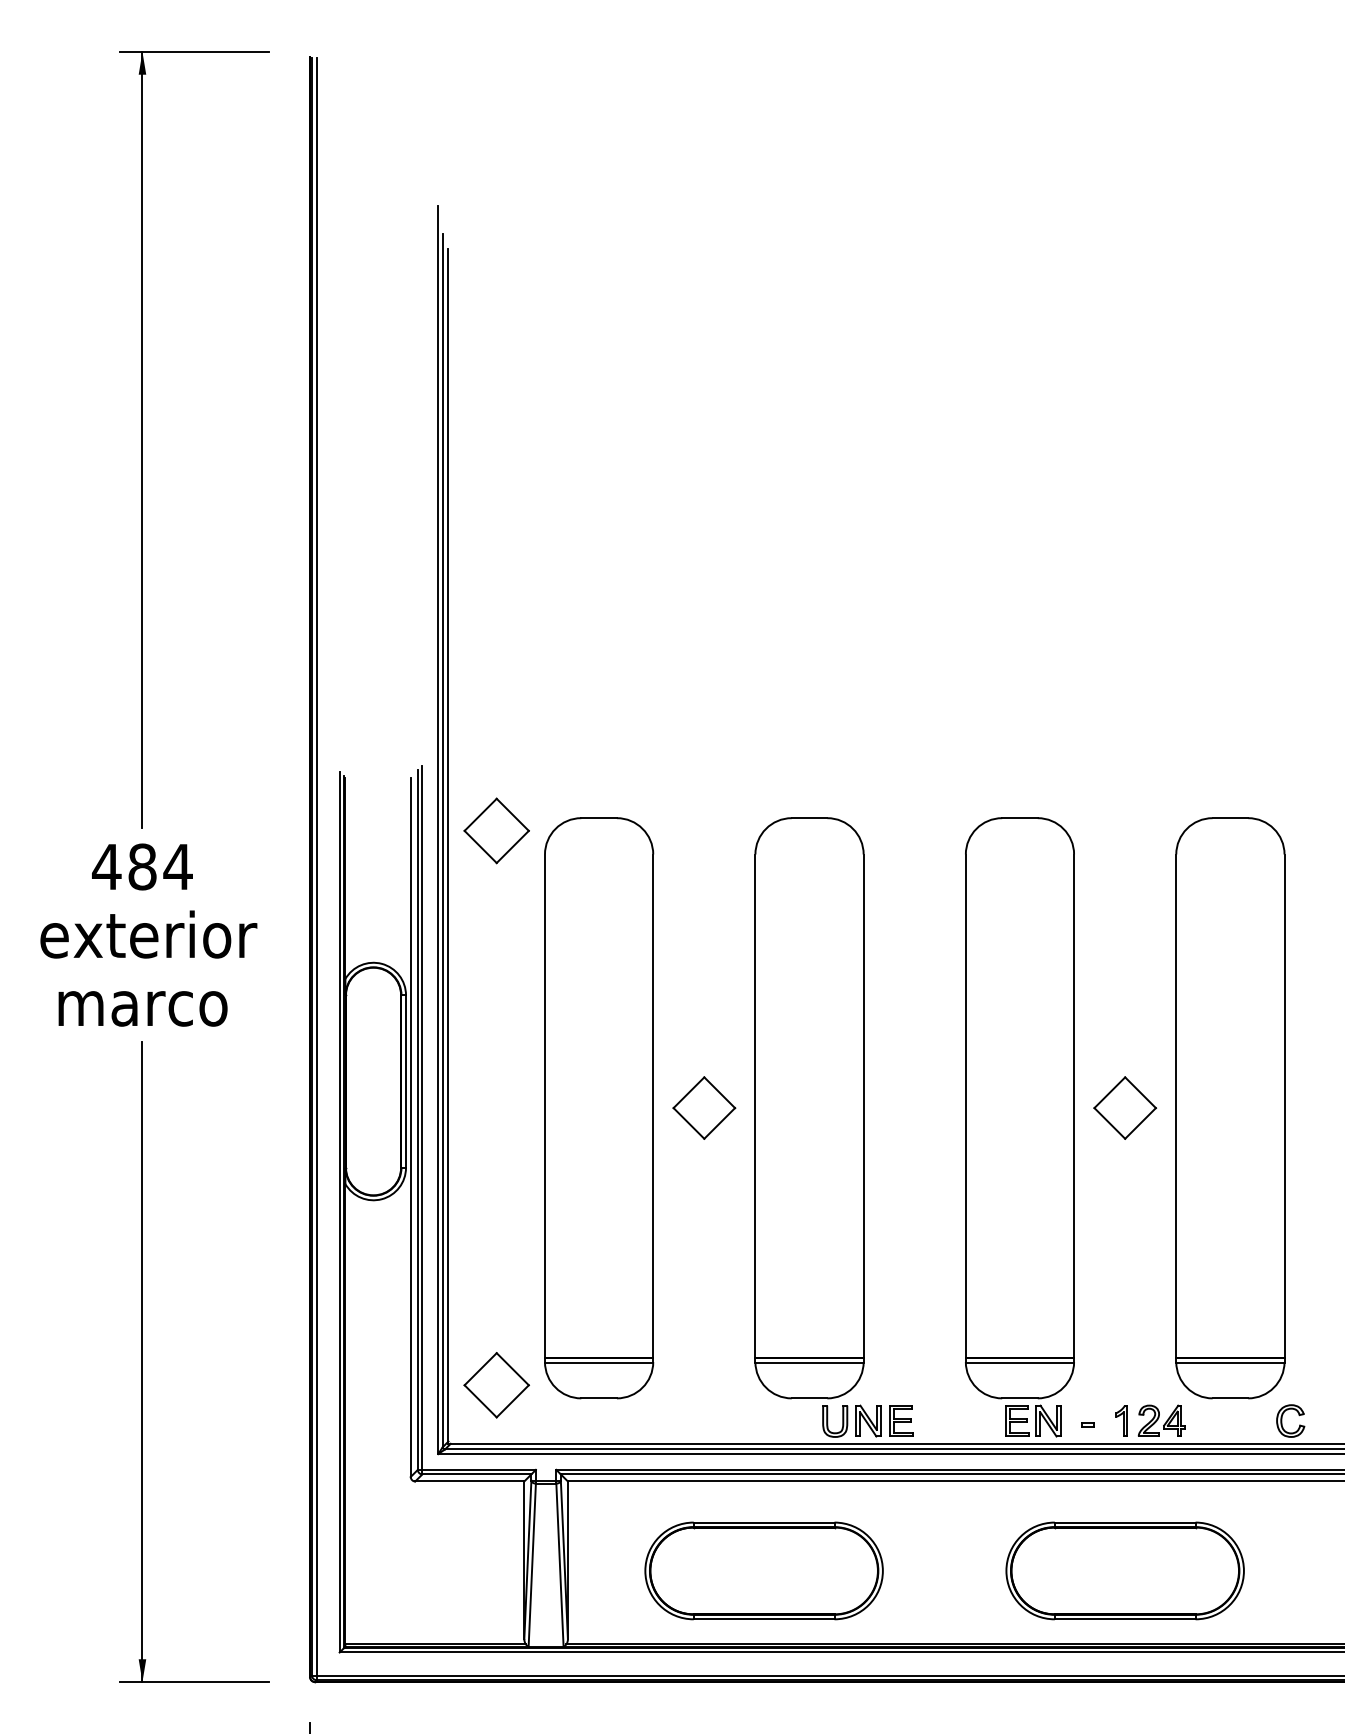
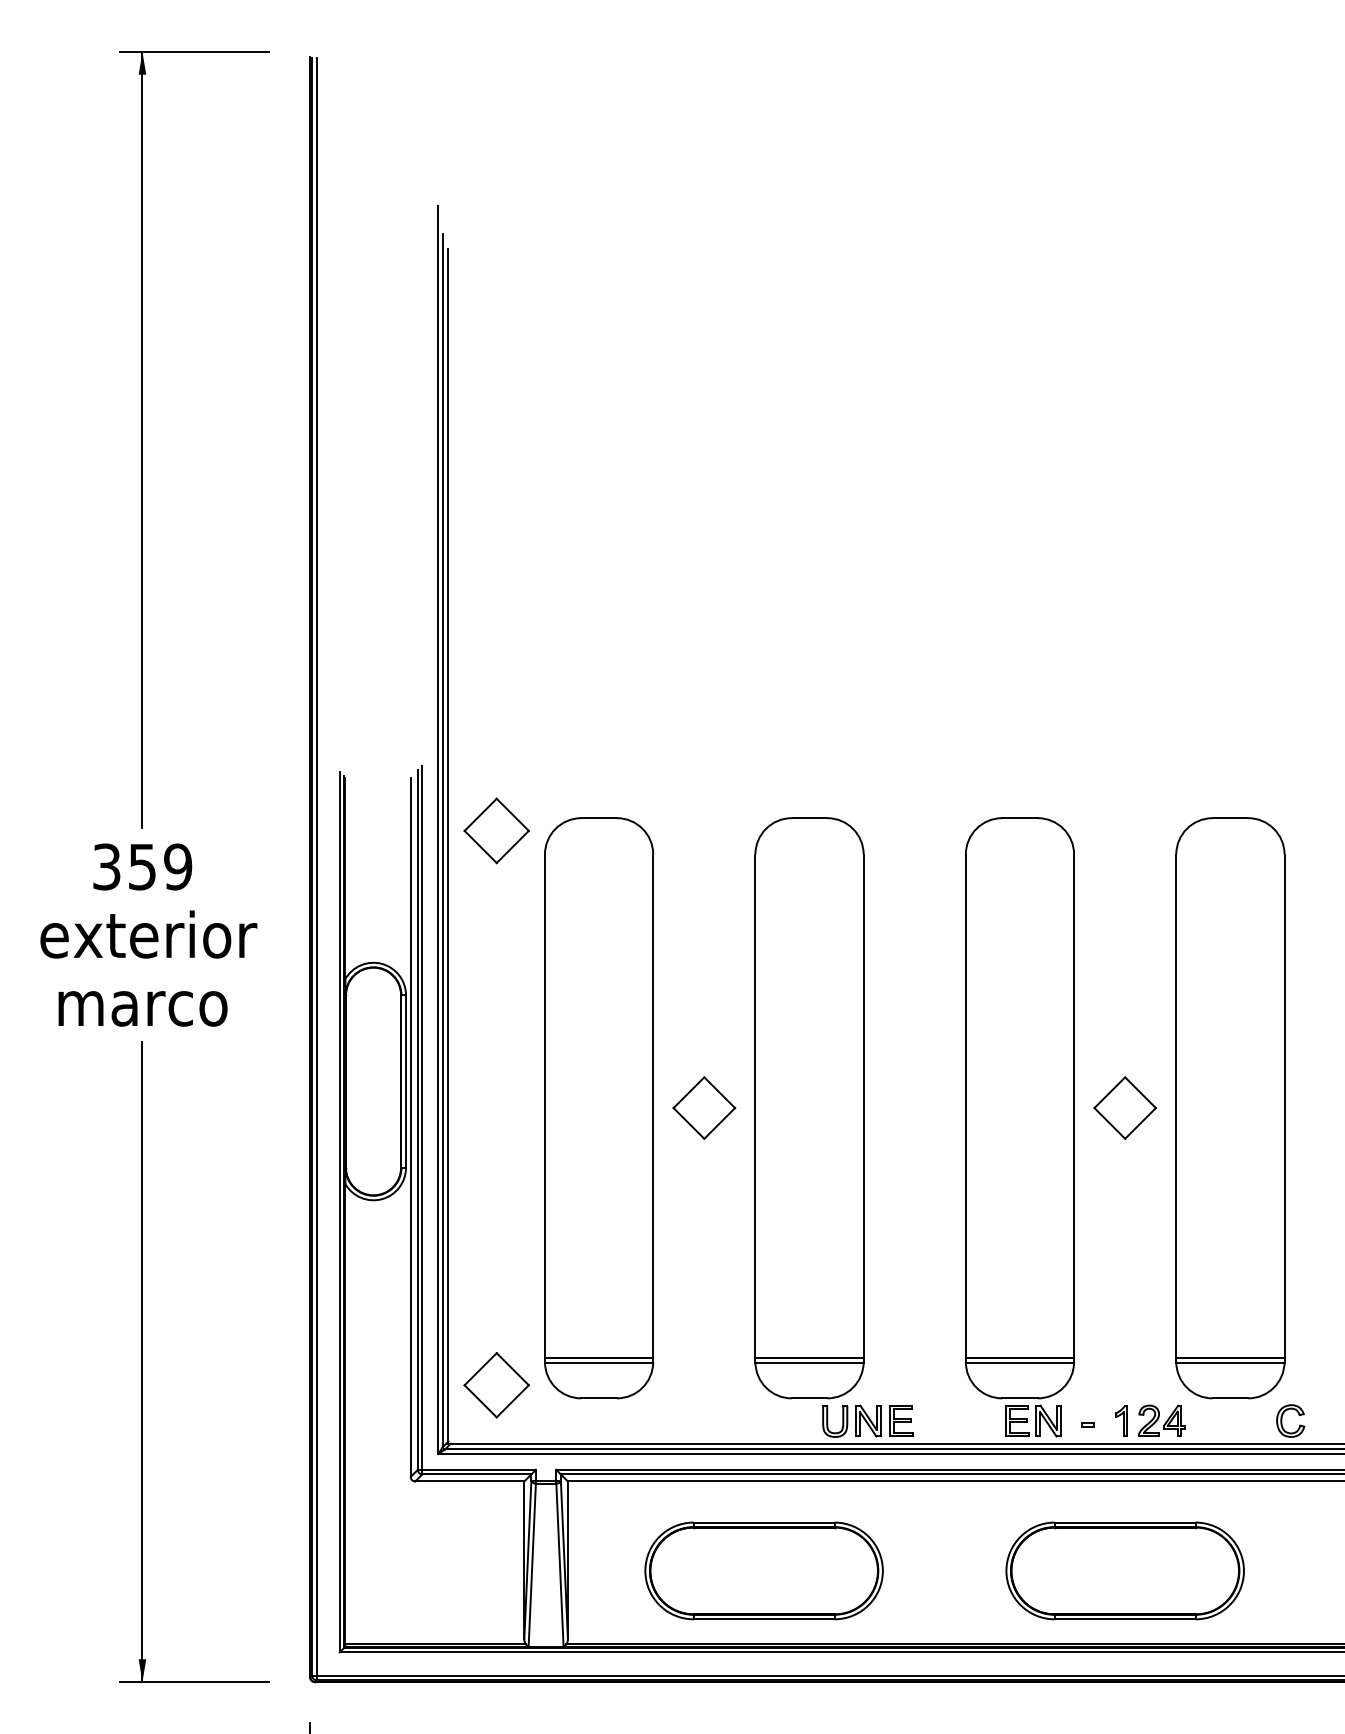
text at (142, 866): 484 -> 359
